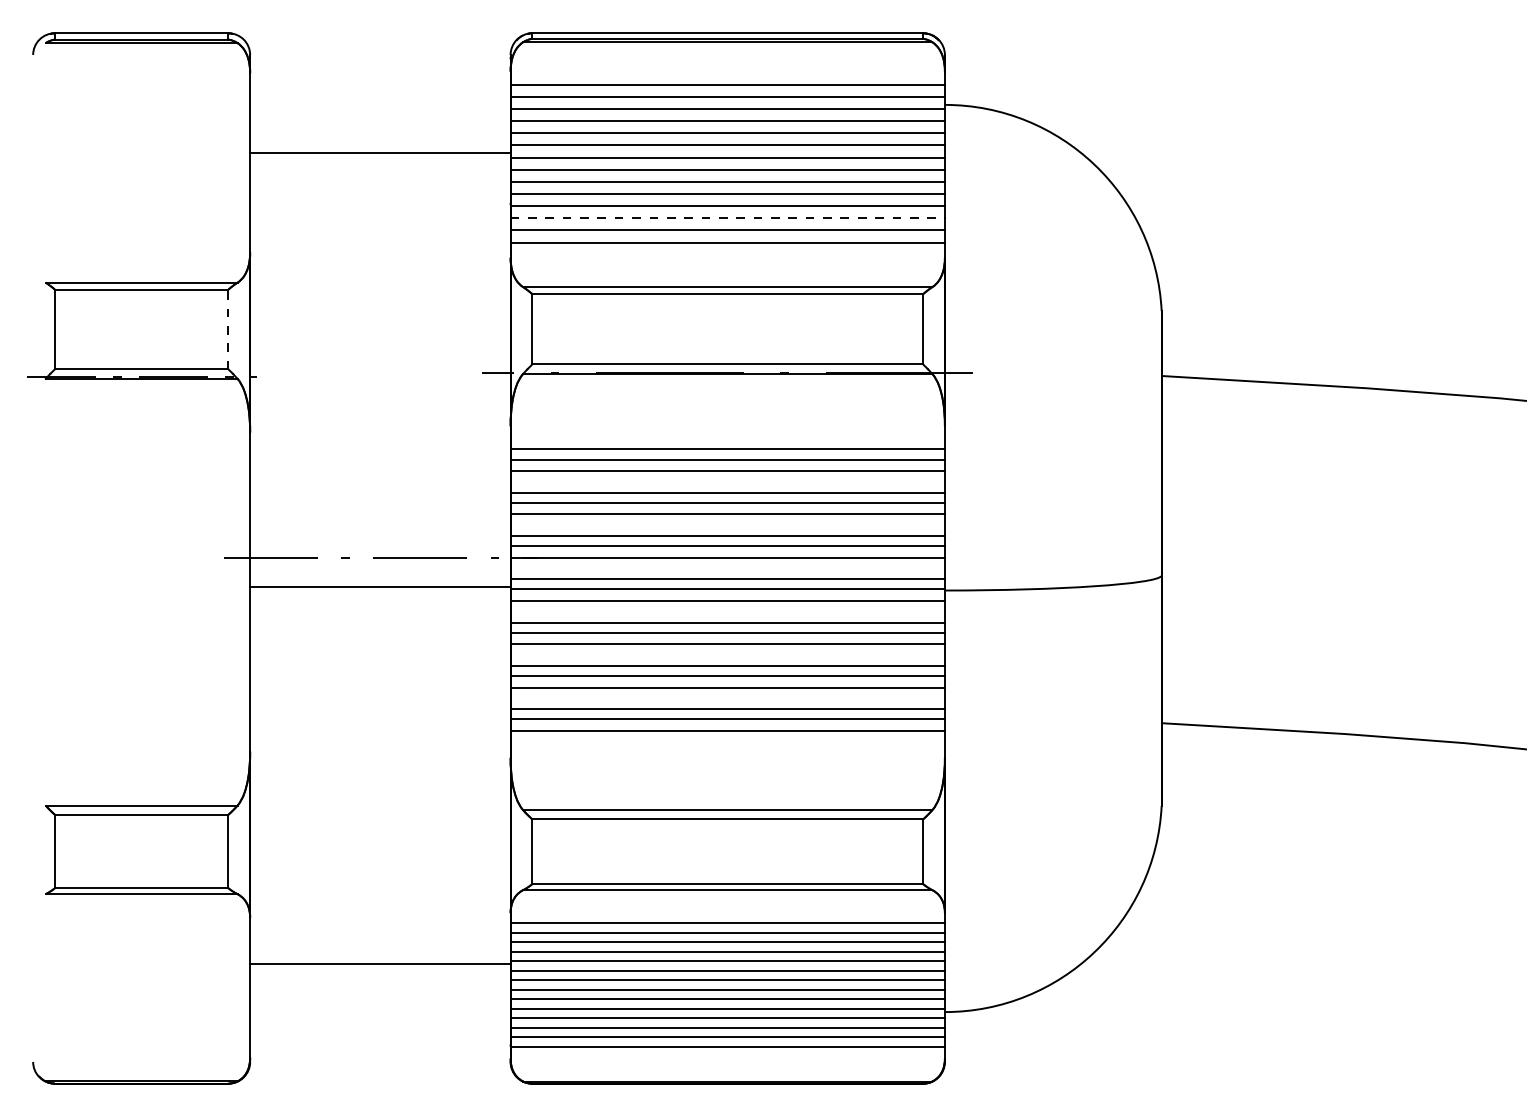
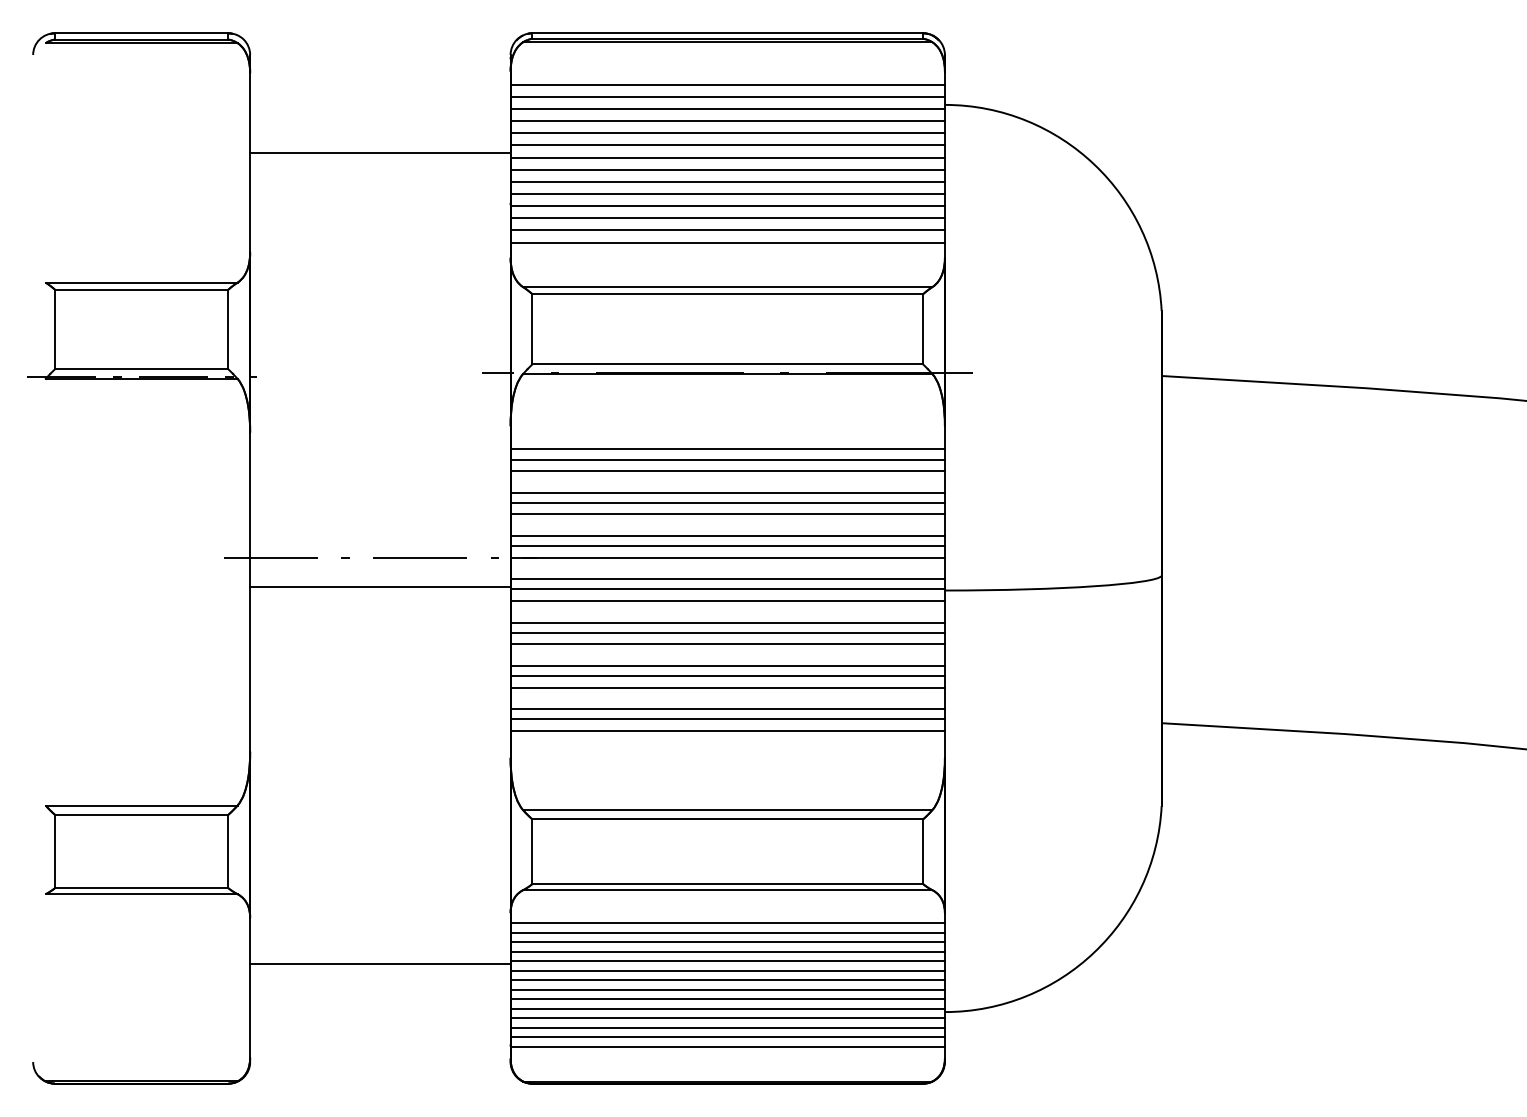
line at (728, 218): dashed -> solid
line at (228, 329): dashed -> solid
